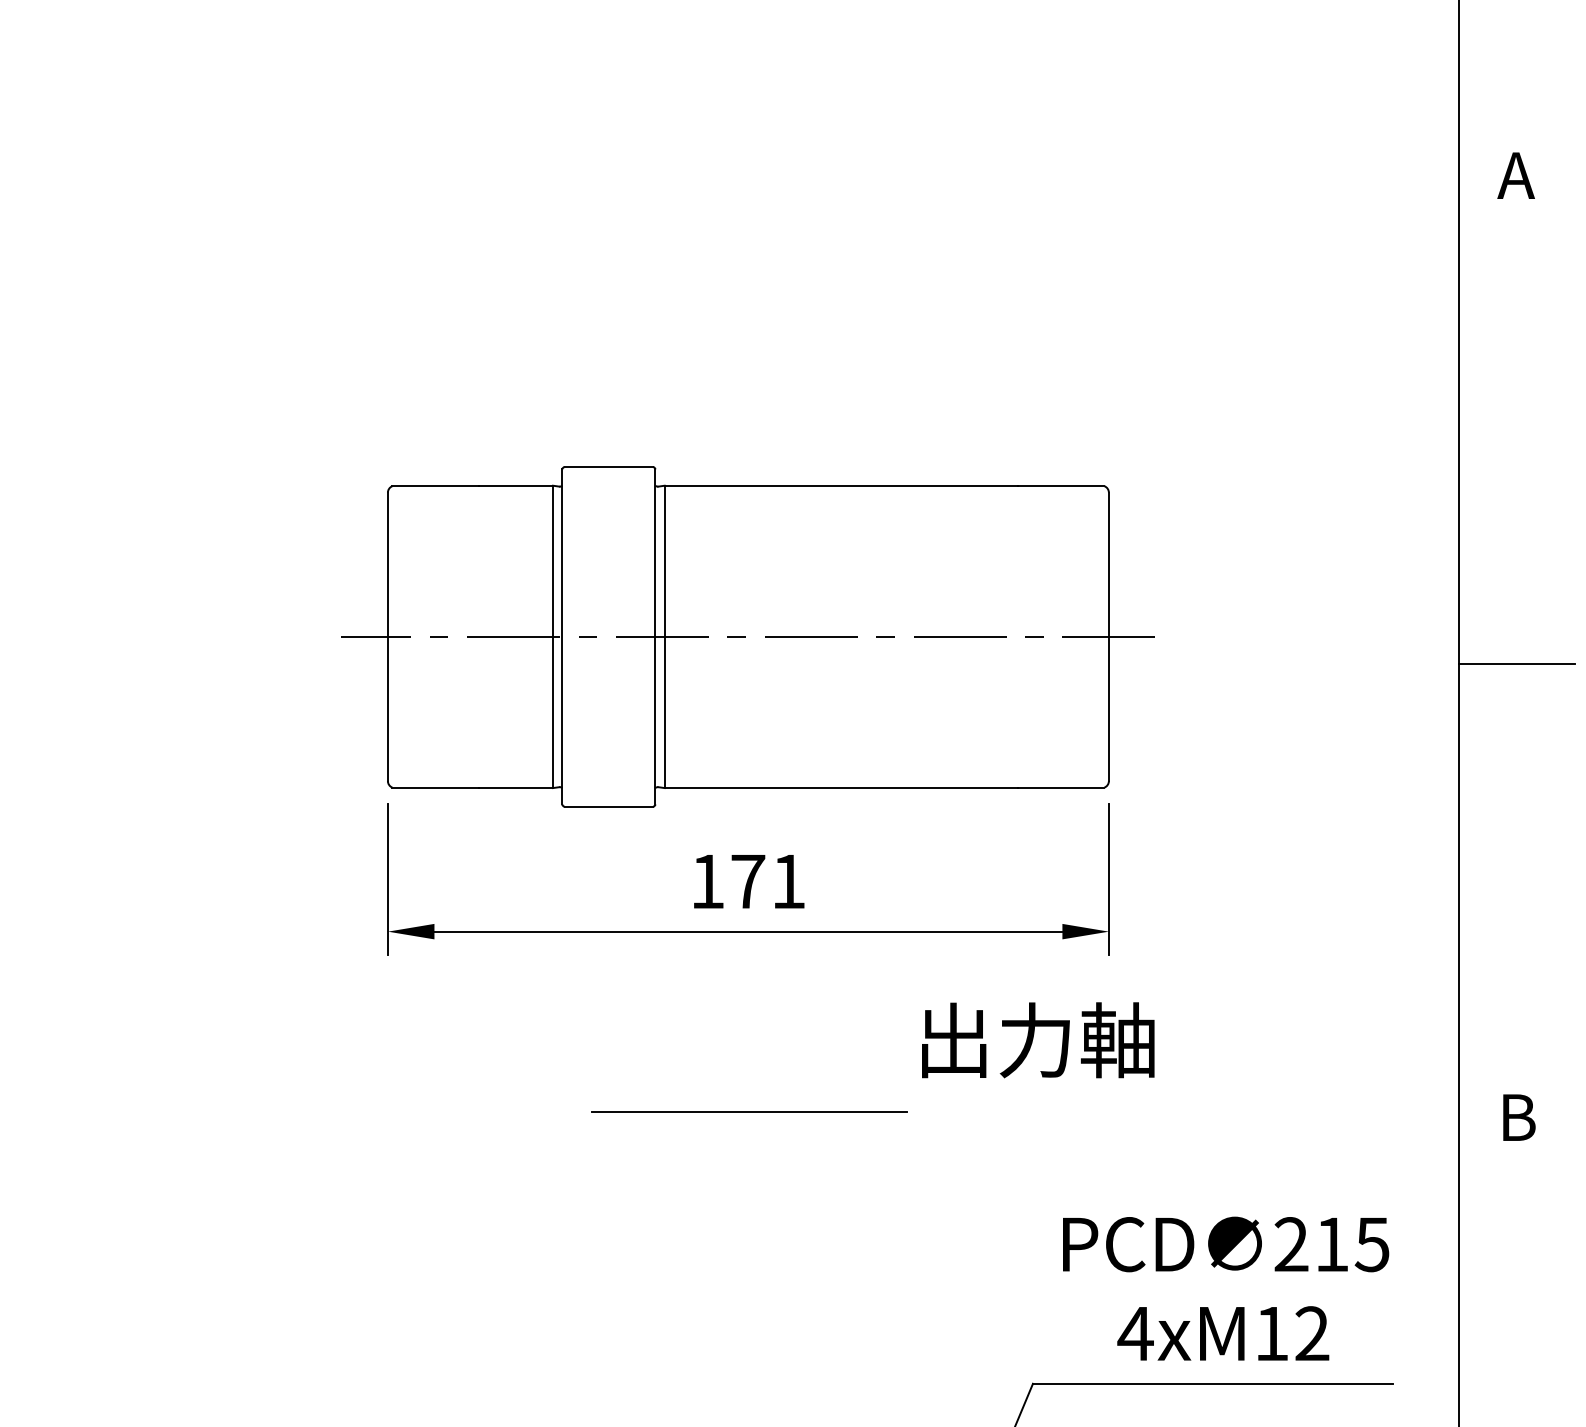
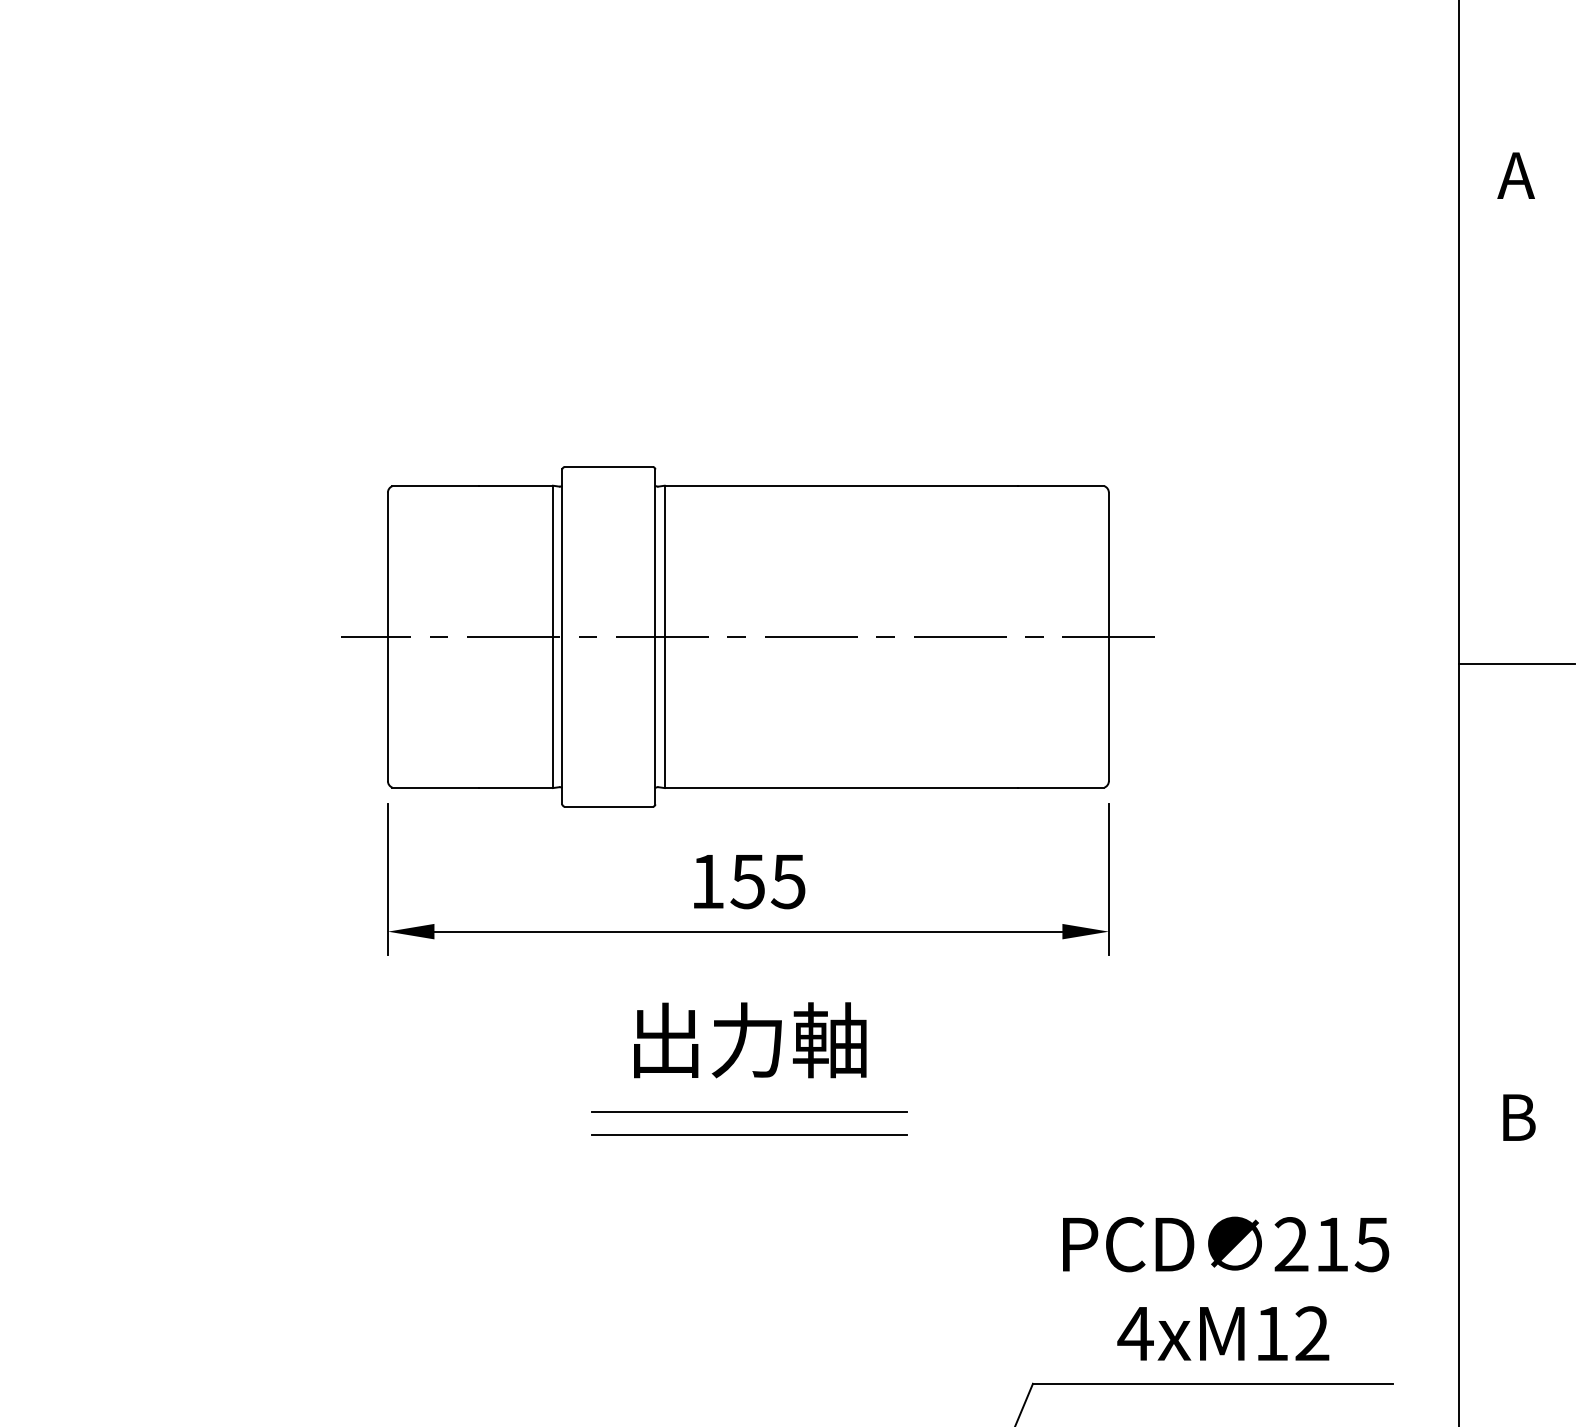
text at (767, 882): 171 -> 155
text at (1038, 1040) position: (1038, 1040) -> (750, 1040)
line at (749, 1134): none -> present
